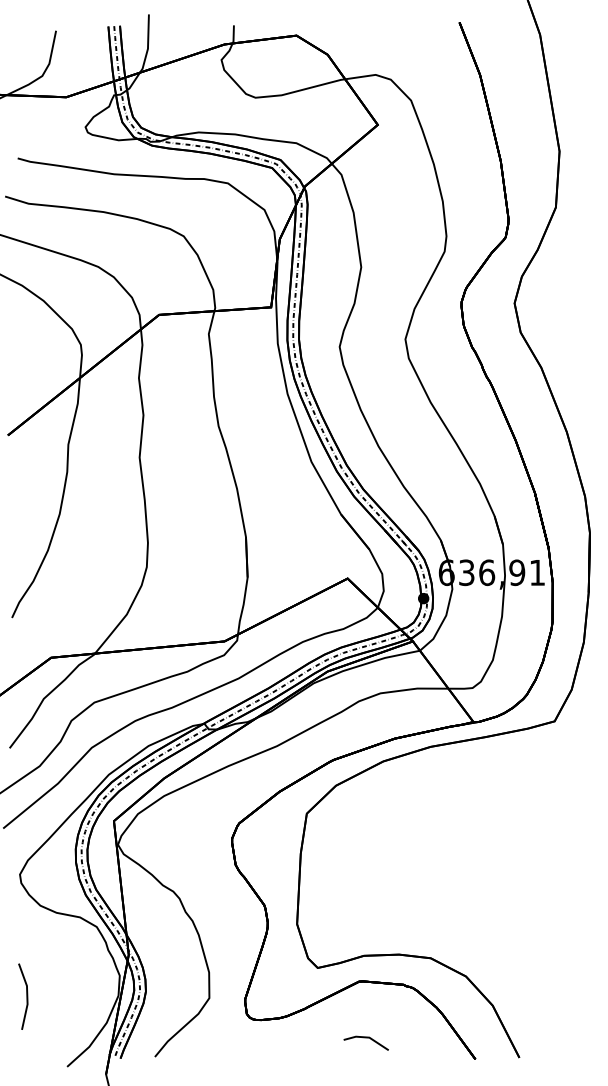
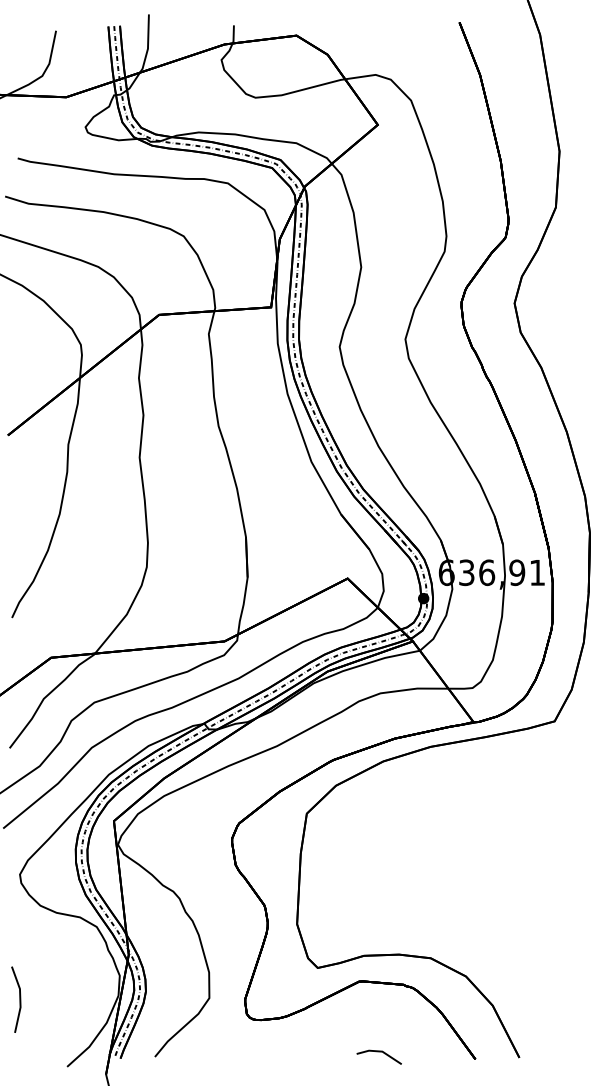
line at (26, 996) position: (26, 996) -> (19, 999)
line at (365, 1038) position: (365, 1038) -> (378, 1052)
